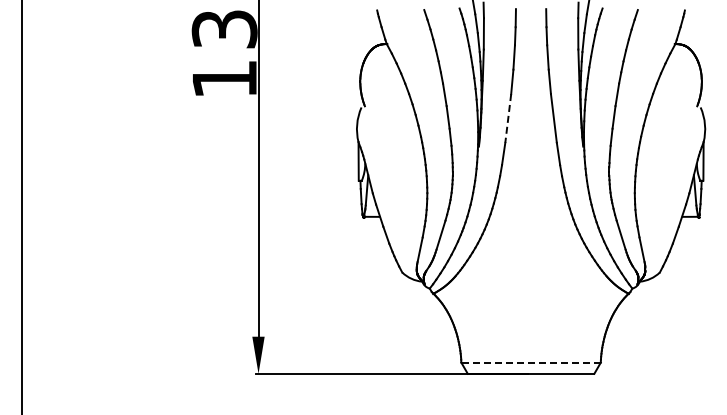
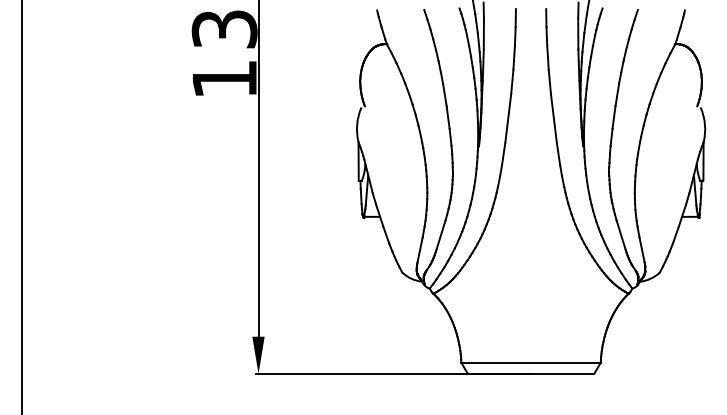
line at (508, 118): dashed -> solid
line at (531, 362): dashed -> solid
